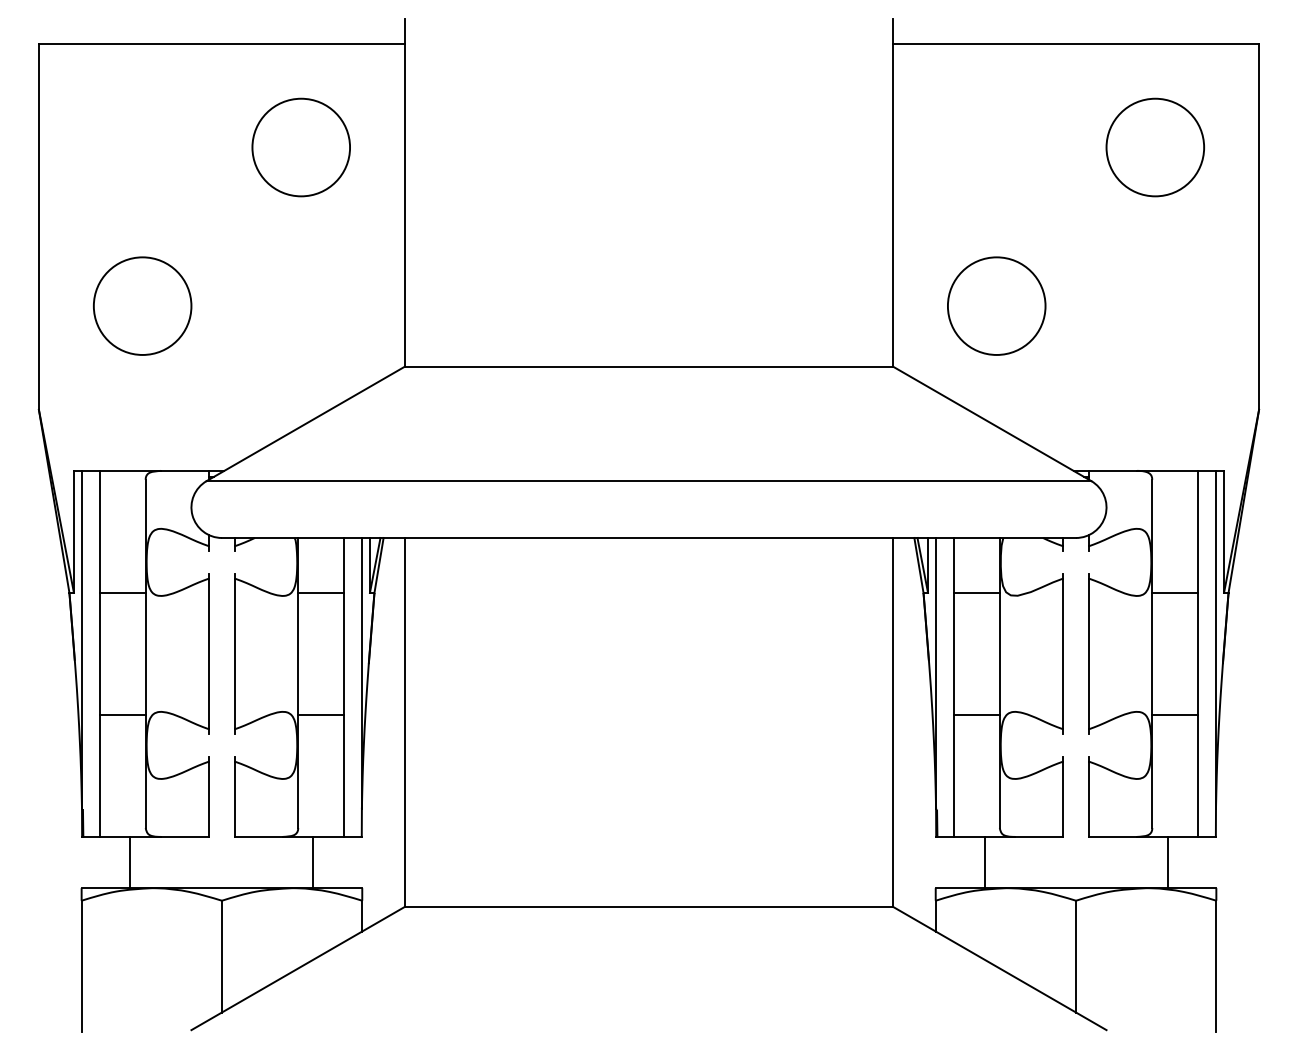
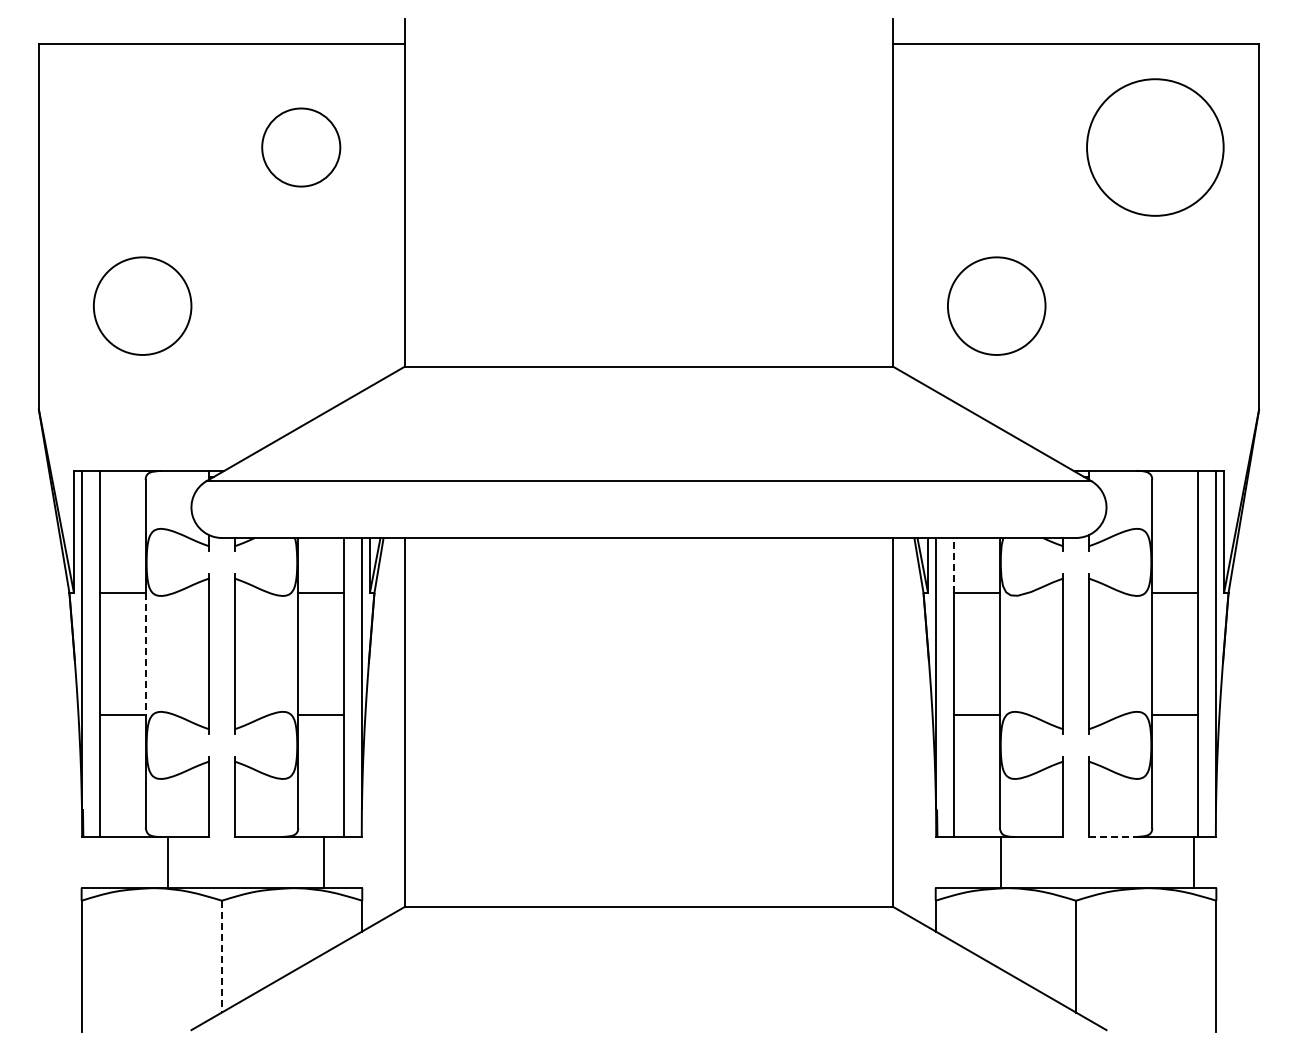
circle at (301, 147) diameter: 98 px -> 78 px
circle at (1155, 147) diameter: 98 px -> 137 px
line at (954, 564): solid -> dashed
line at (145, 654): solid -> dashed
line at (1113, 836): solid -> dashed
line at (130, 862) position: (130, 862) -> (168, 862)
line at (313, 862) position: (313, 862) -> (324, 862)
line at (984, 862) position: (984, 862) -> (1000, 862)
line at (1167, 862) position: (1167, 862) -> (1193, 862)
line at (221, 956): solid -> dashed
